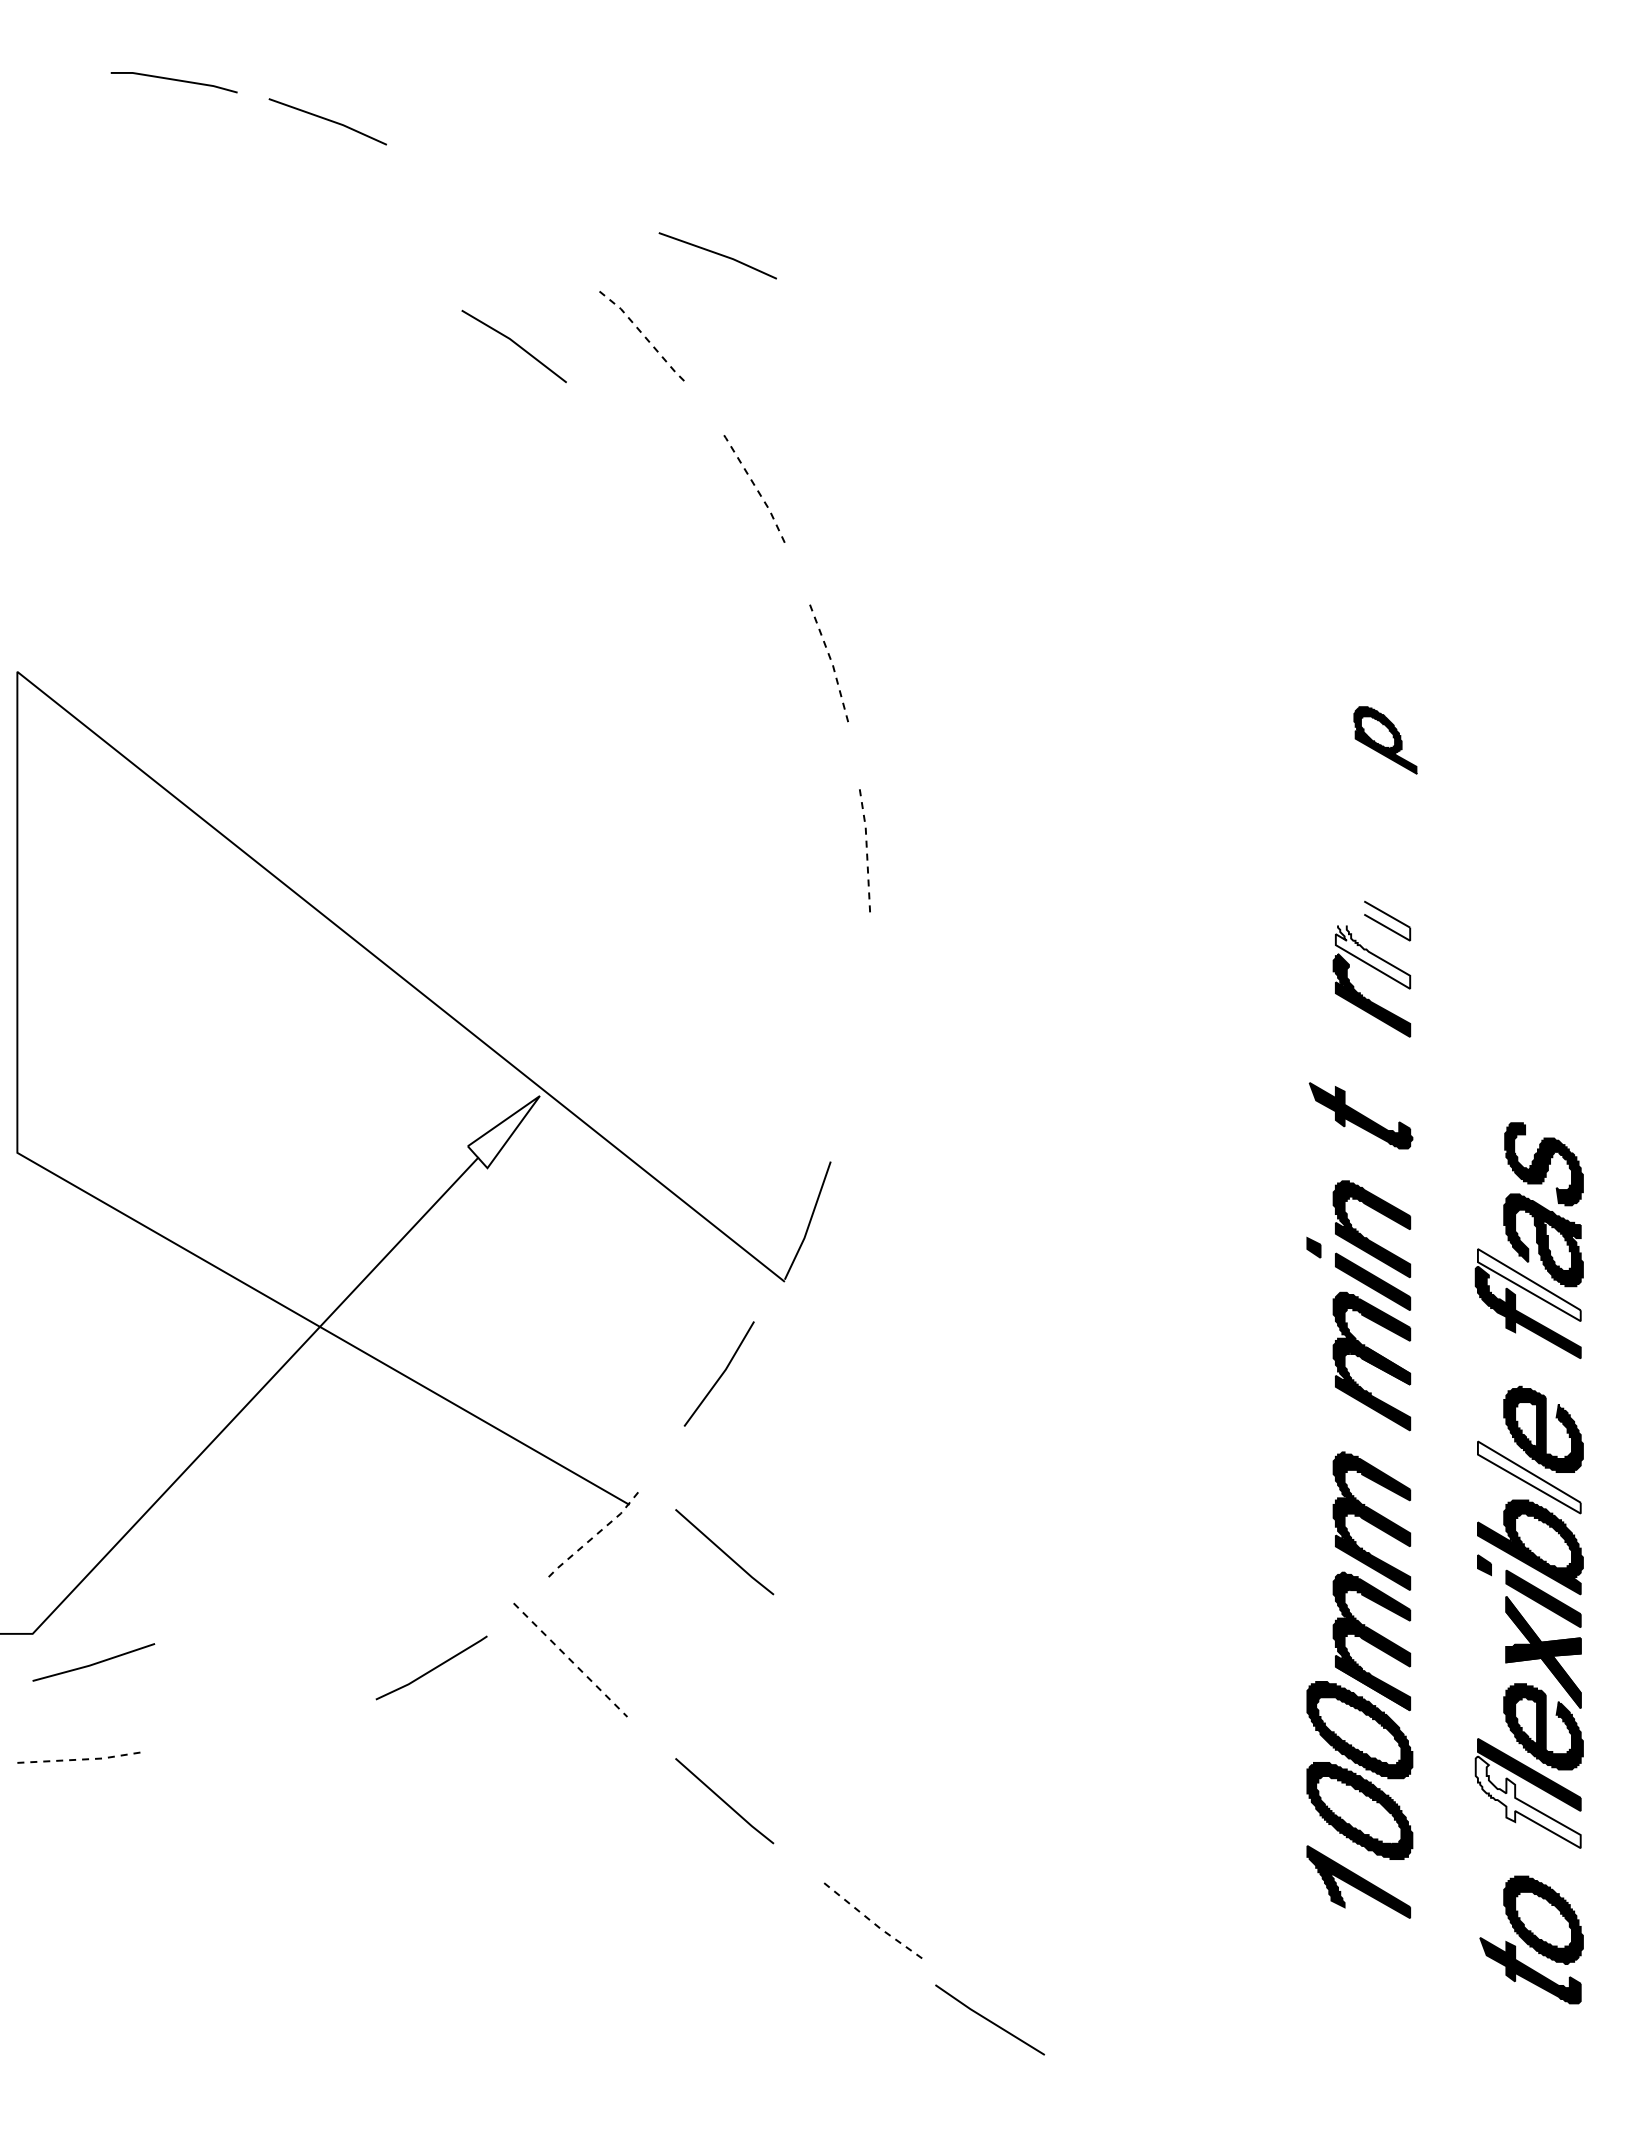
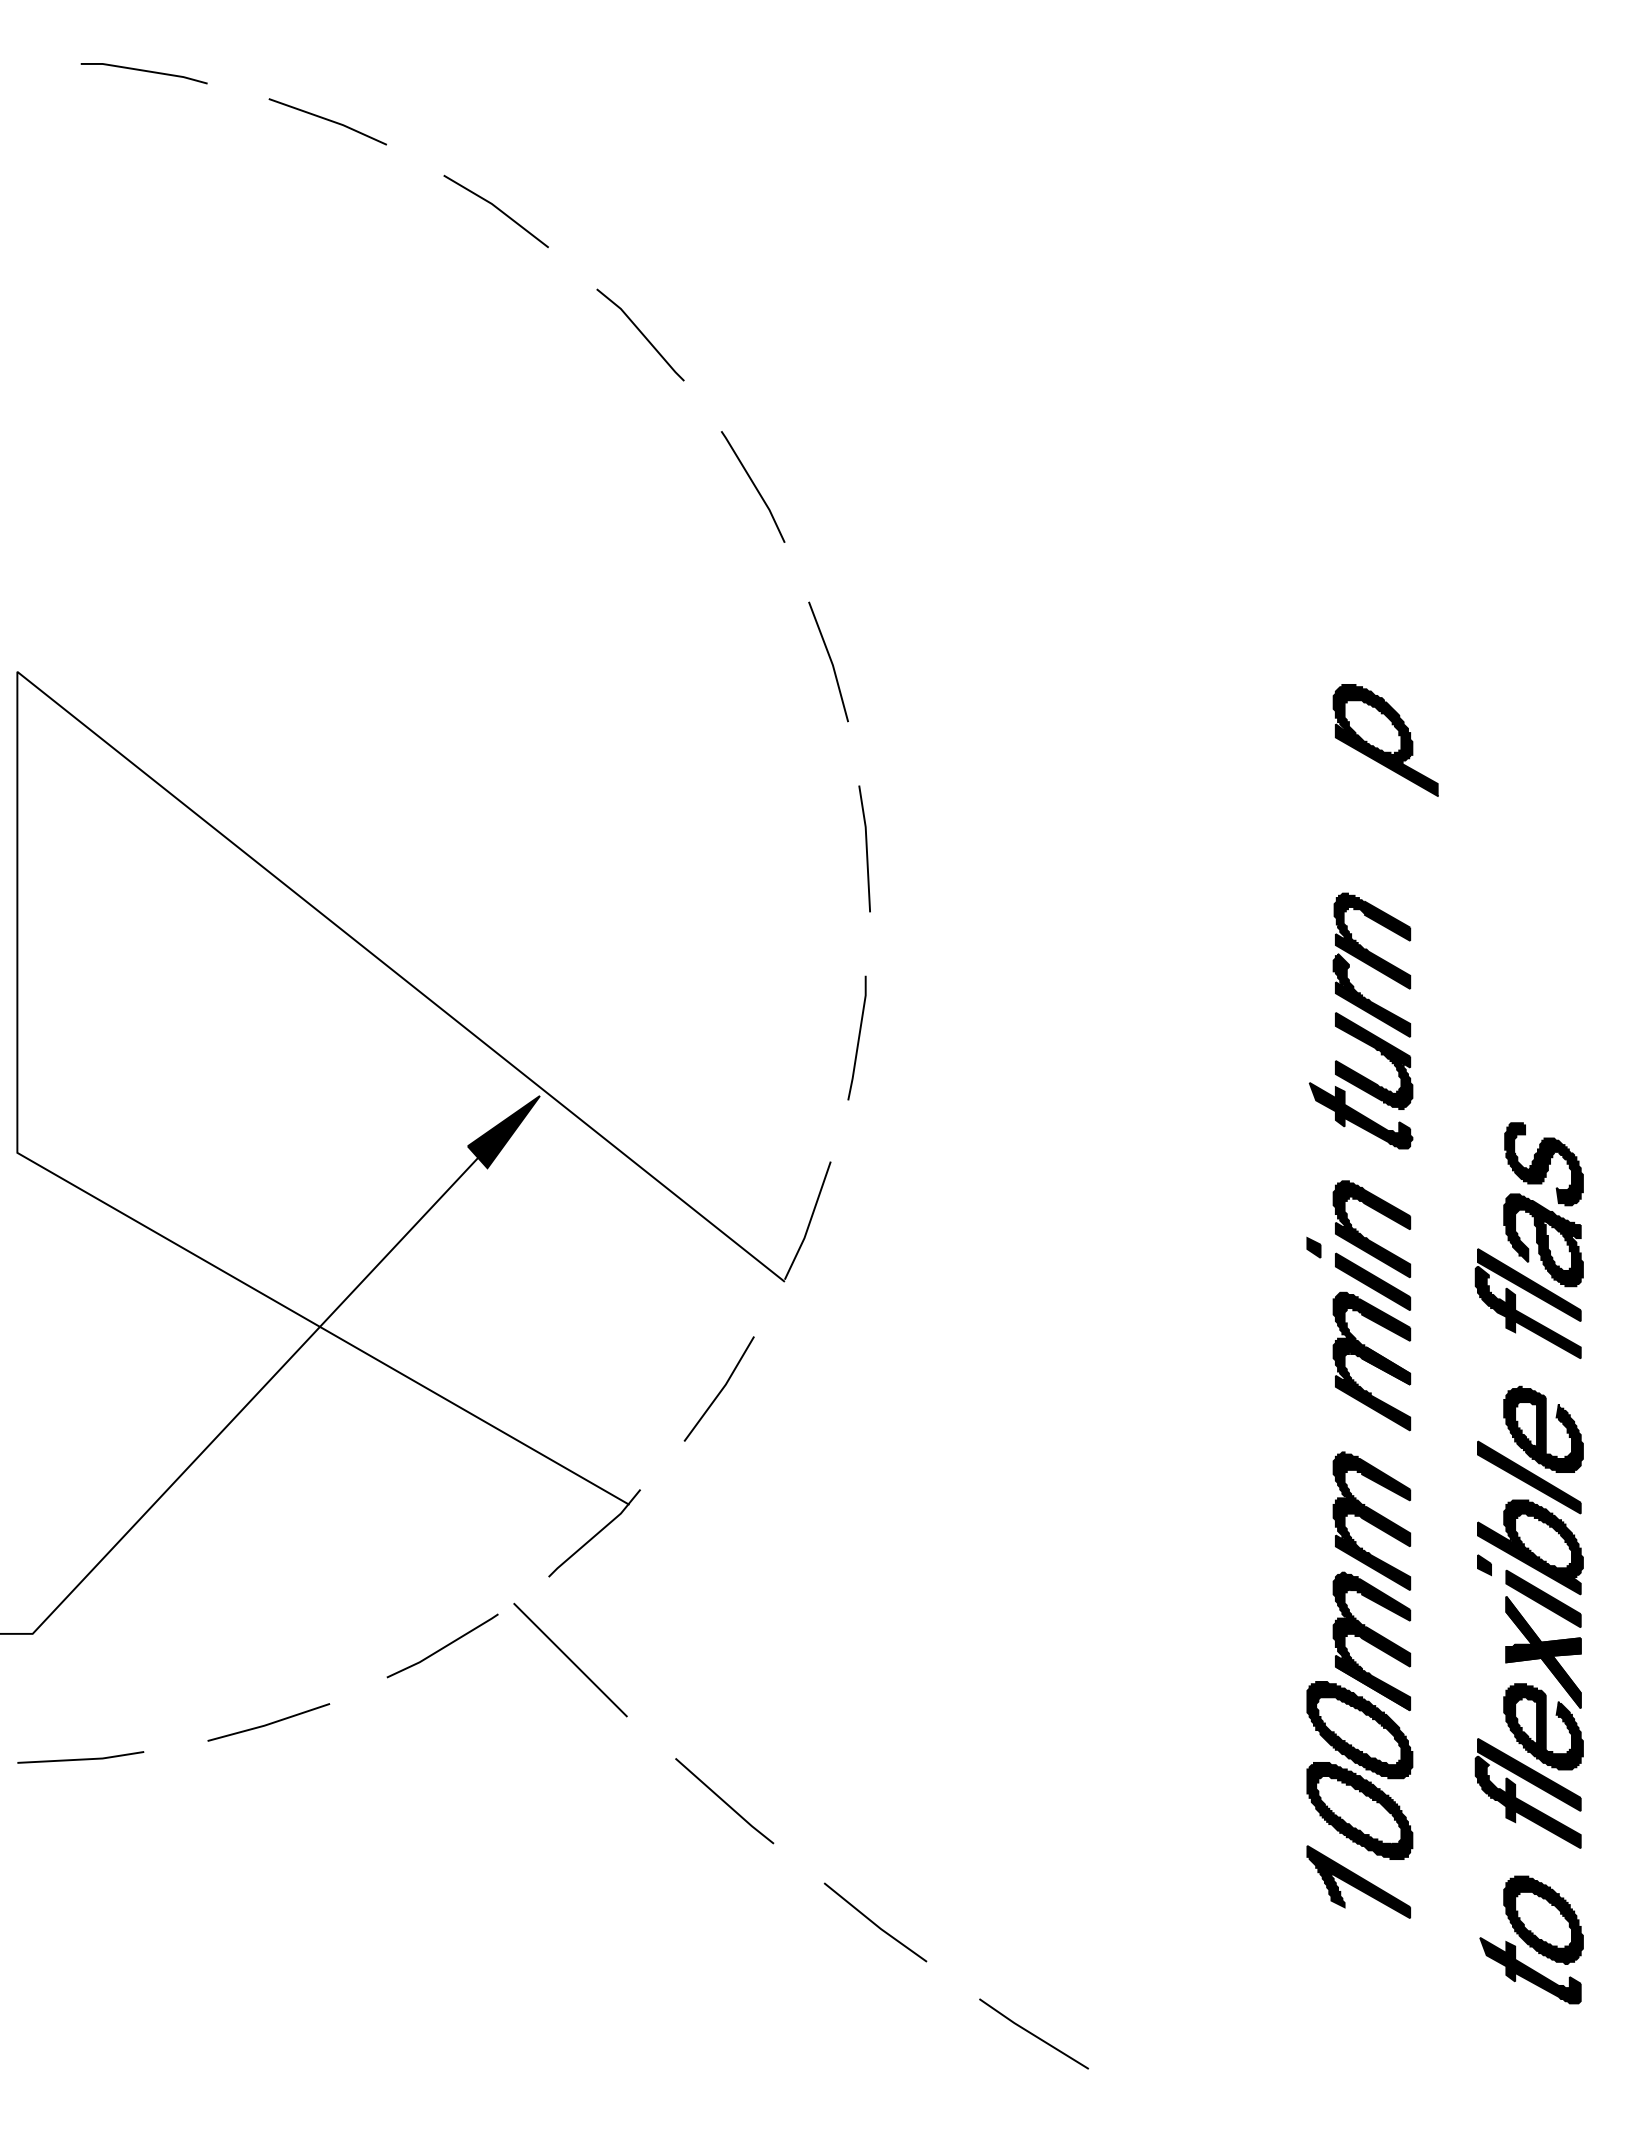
line at (173, 80) position: (173, 80) -> (143, 71)
line at (717, 254): present -> none
line at (641, 333): dashed -> solid
line at (514, 343) position: (514, 343) -> (496, 208)
line at (755, 486): dashed -> solid
line at (831, 661): dashed -> solid
part at (1385, 740) size: 65x69 px -> 107x113 px
line at (866, 847): dashed -> solid
fill at (1371, 940): none -> present
line at (858, 1037): none -> present
part at (1380, 1054): none -> present
fill at (503, 1131): none -> present
fill at (1528, 1285): none -> present
line at (720, 1375) position: (720, 1375) -> (720, 1390)
fill at (1528, 1477): none -> present
line at (596, 1534): dashed -> solid
line at (724, 1552): present -> none
line at (570, 1660): dashed -> solid
line at (93, 1663) position: (93, 1663) -> (268, 1723)
line at (432, 1668) position: (432, 1668) -> (443, 1646)
line at (81, 1759): dashed -> solid
fill at (1527, 1802): none -> present
line at (874, 1924): dashed -> solid
line at (989, 2019) position: (989, 2019) -> (1033, 2033)
